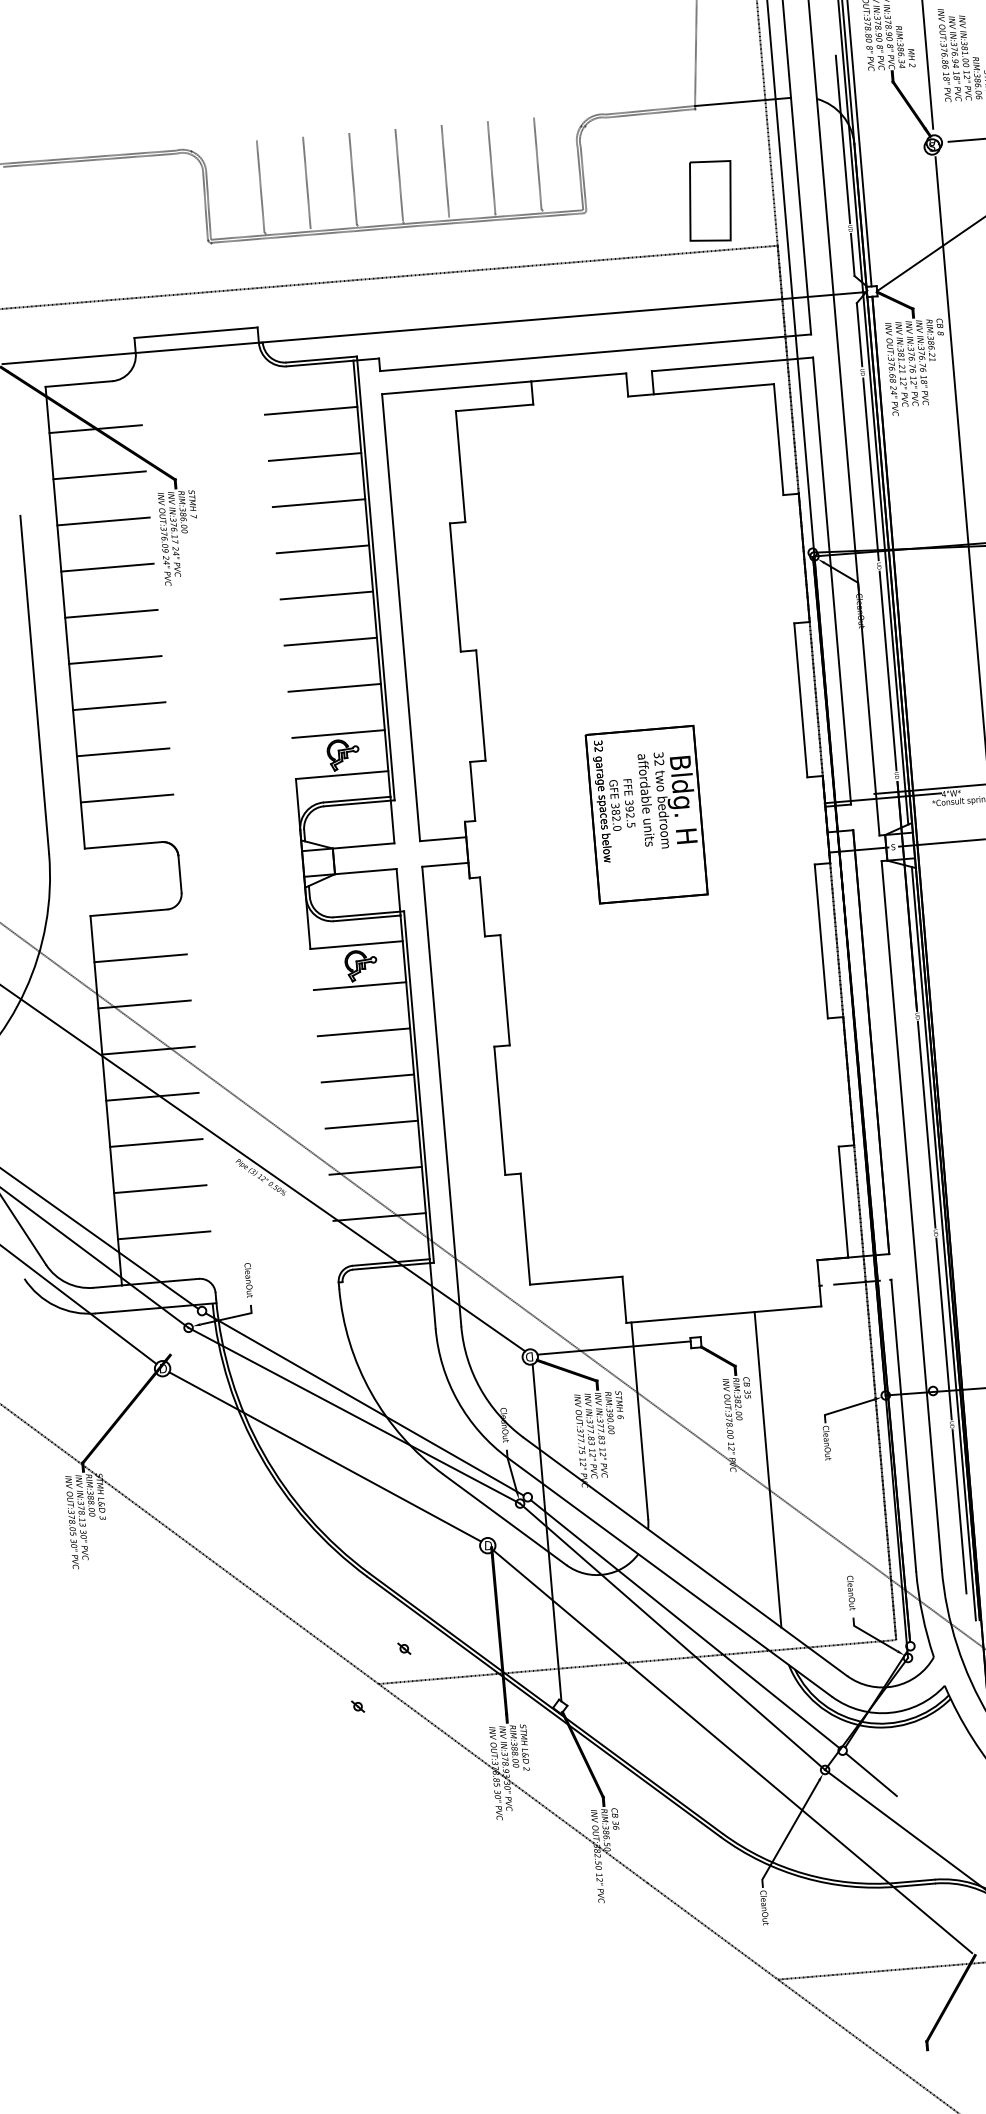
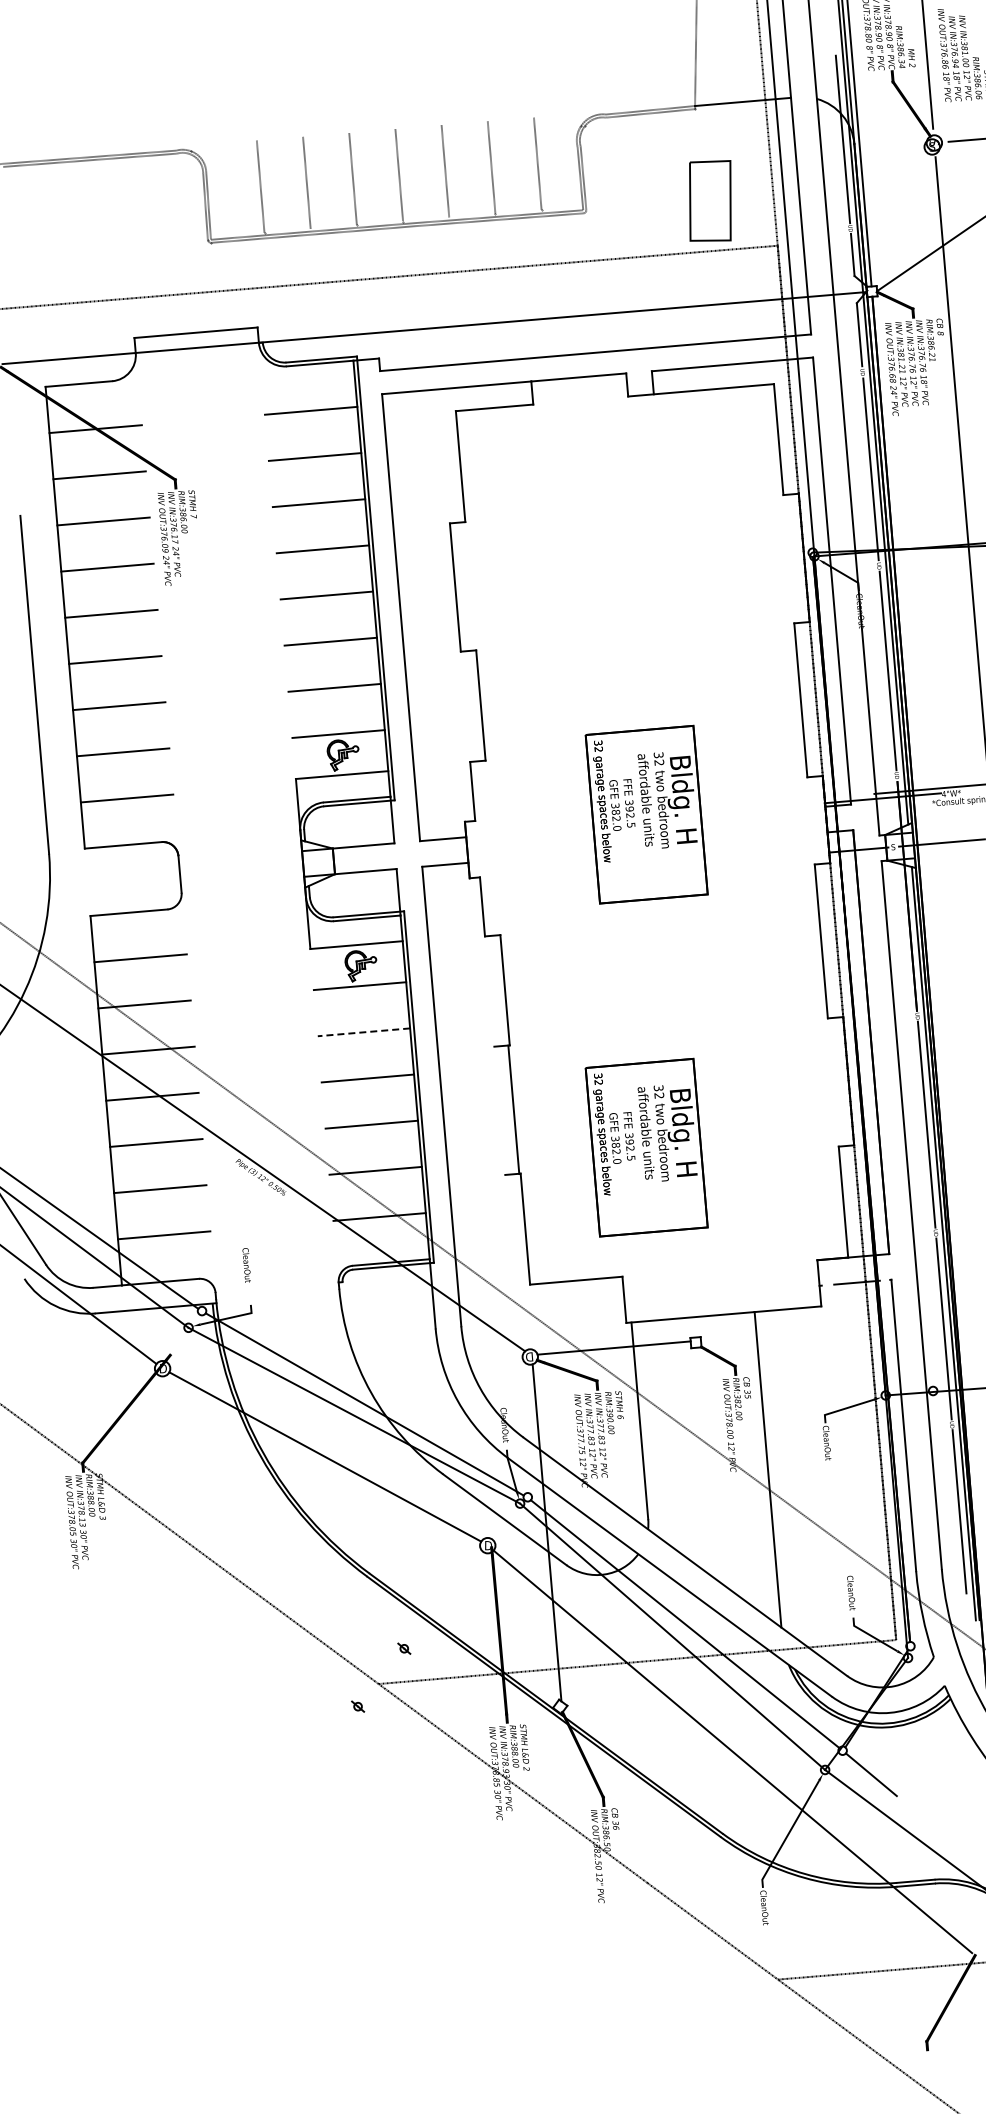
line at (363, 1032): solid -> dashed
line at (499, 1110) position: (499, 1110) -> (513, 1109)
part at (646, 1147): none -> present
text at (248, 1280) position: (248, 1280) -> (246, 1265)
